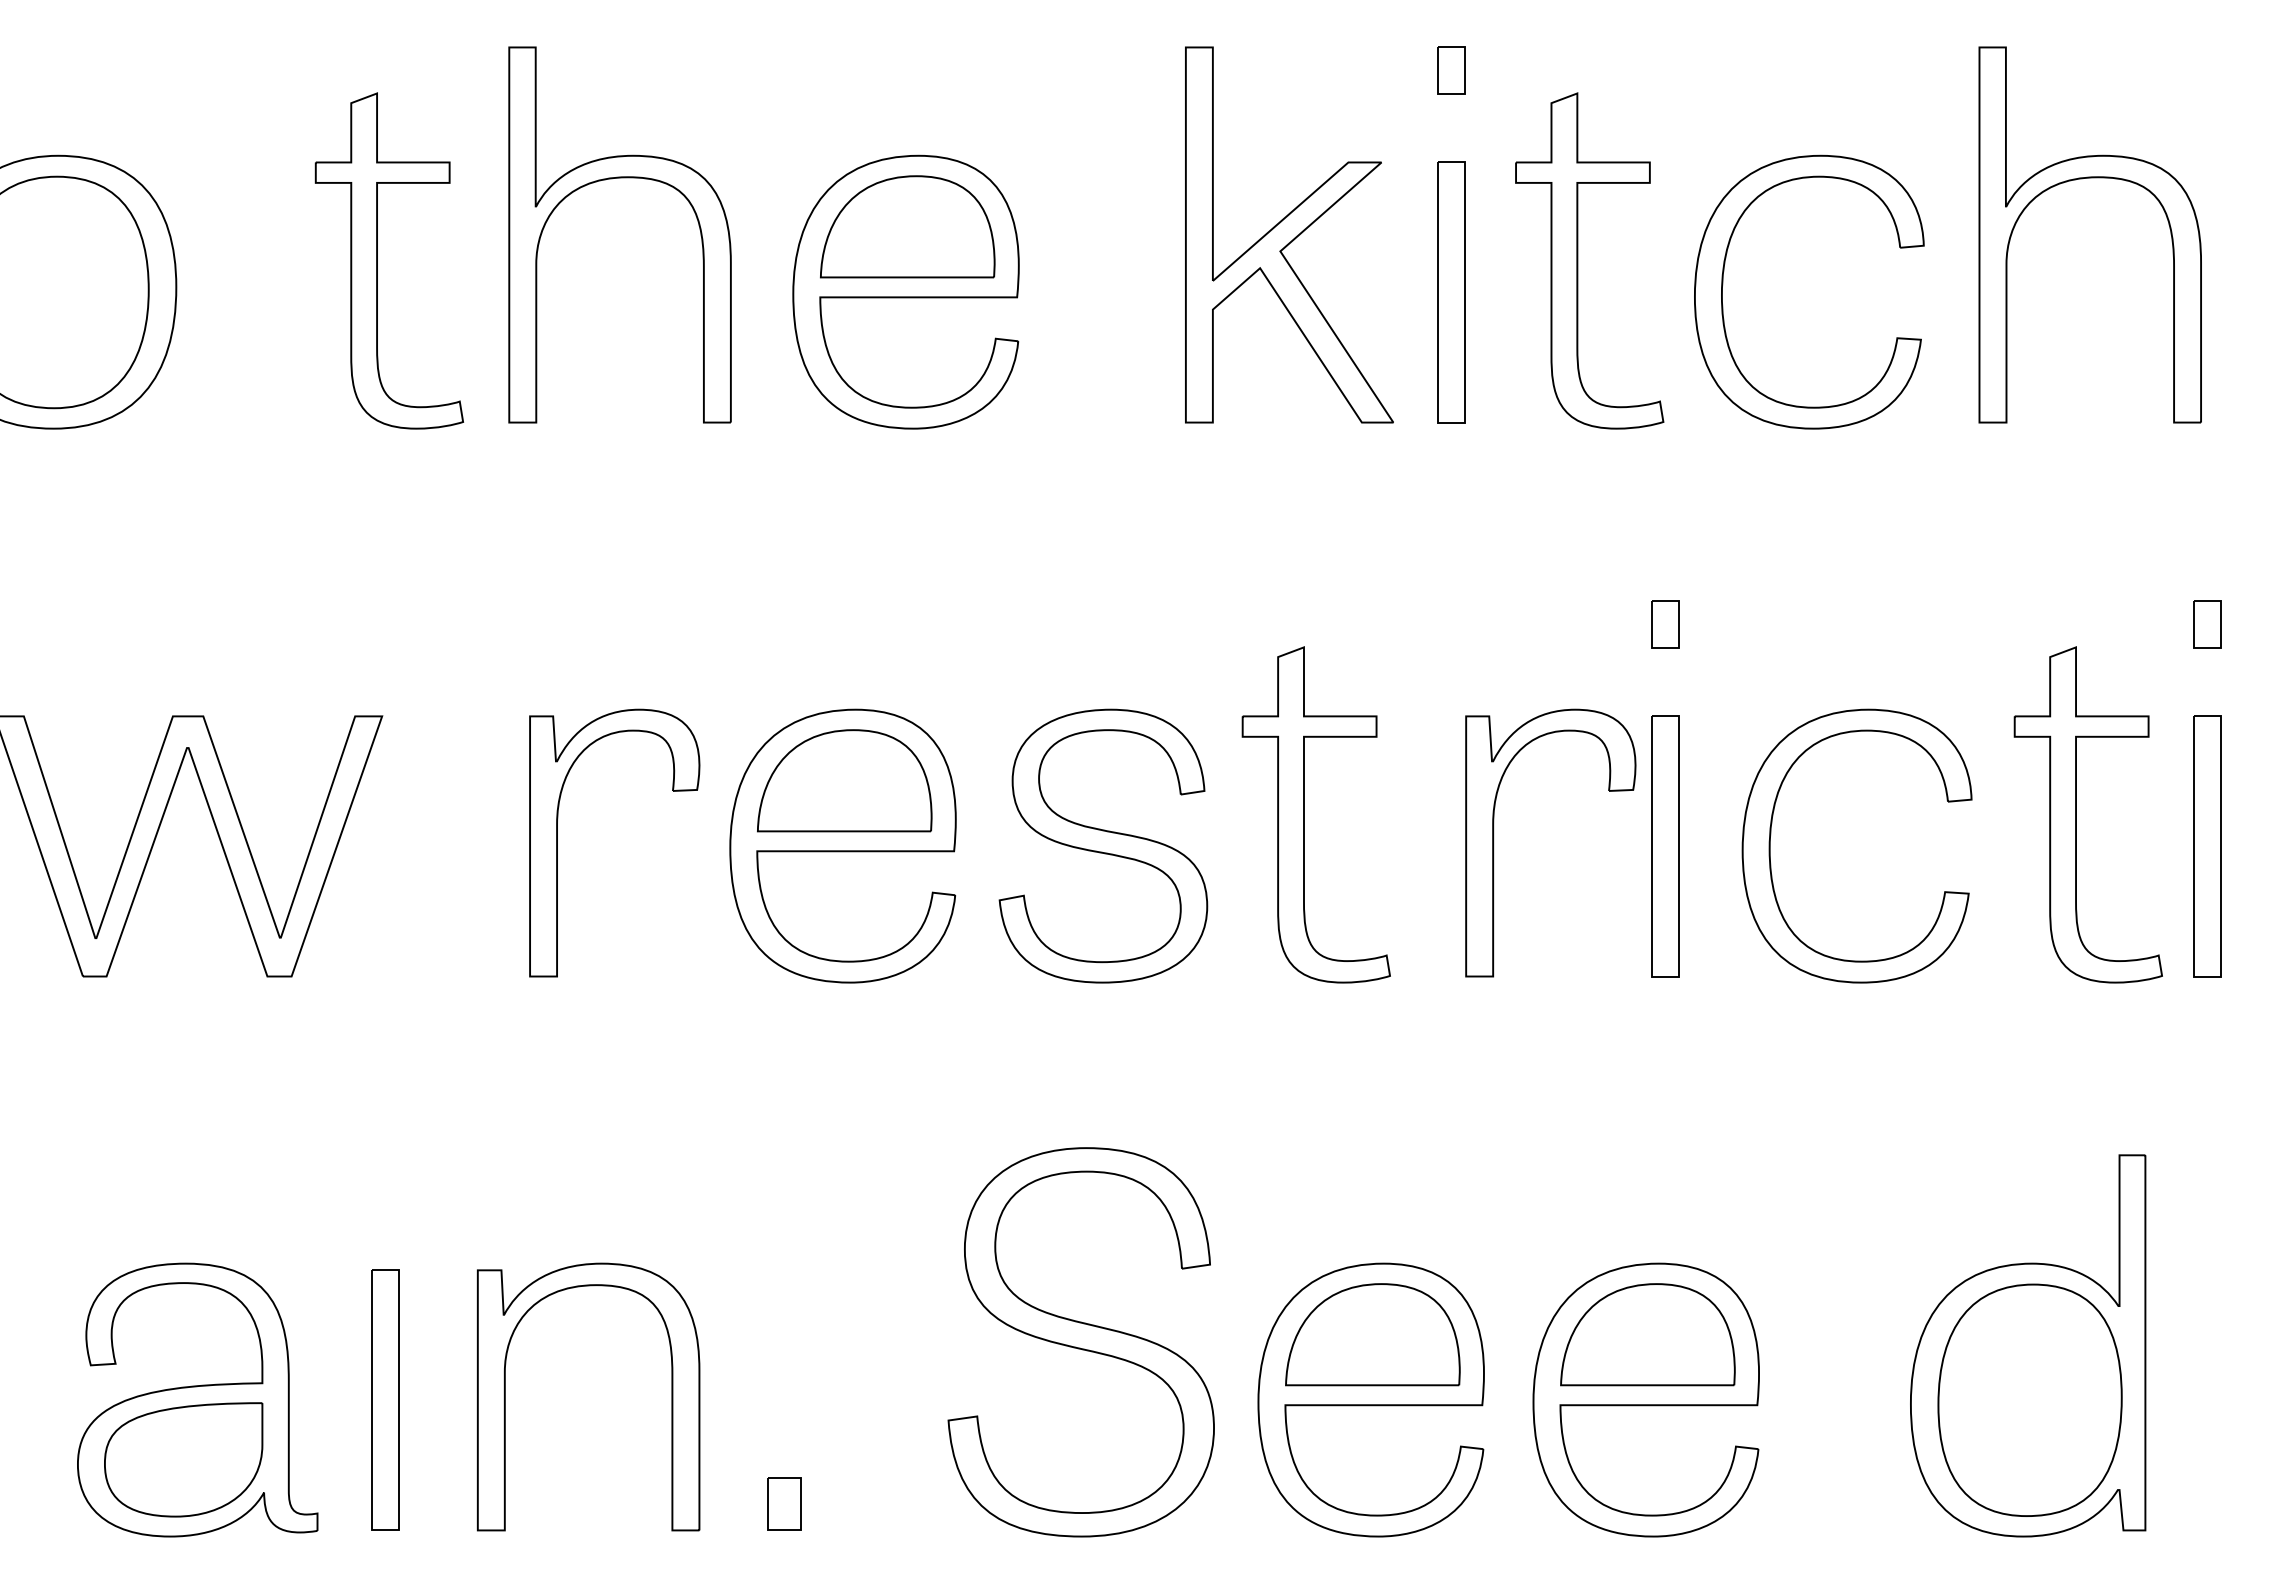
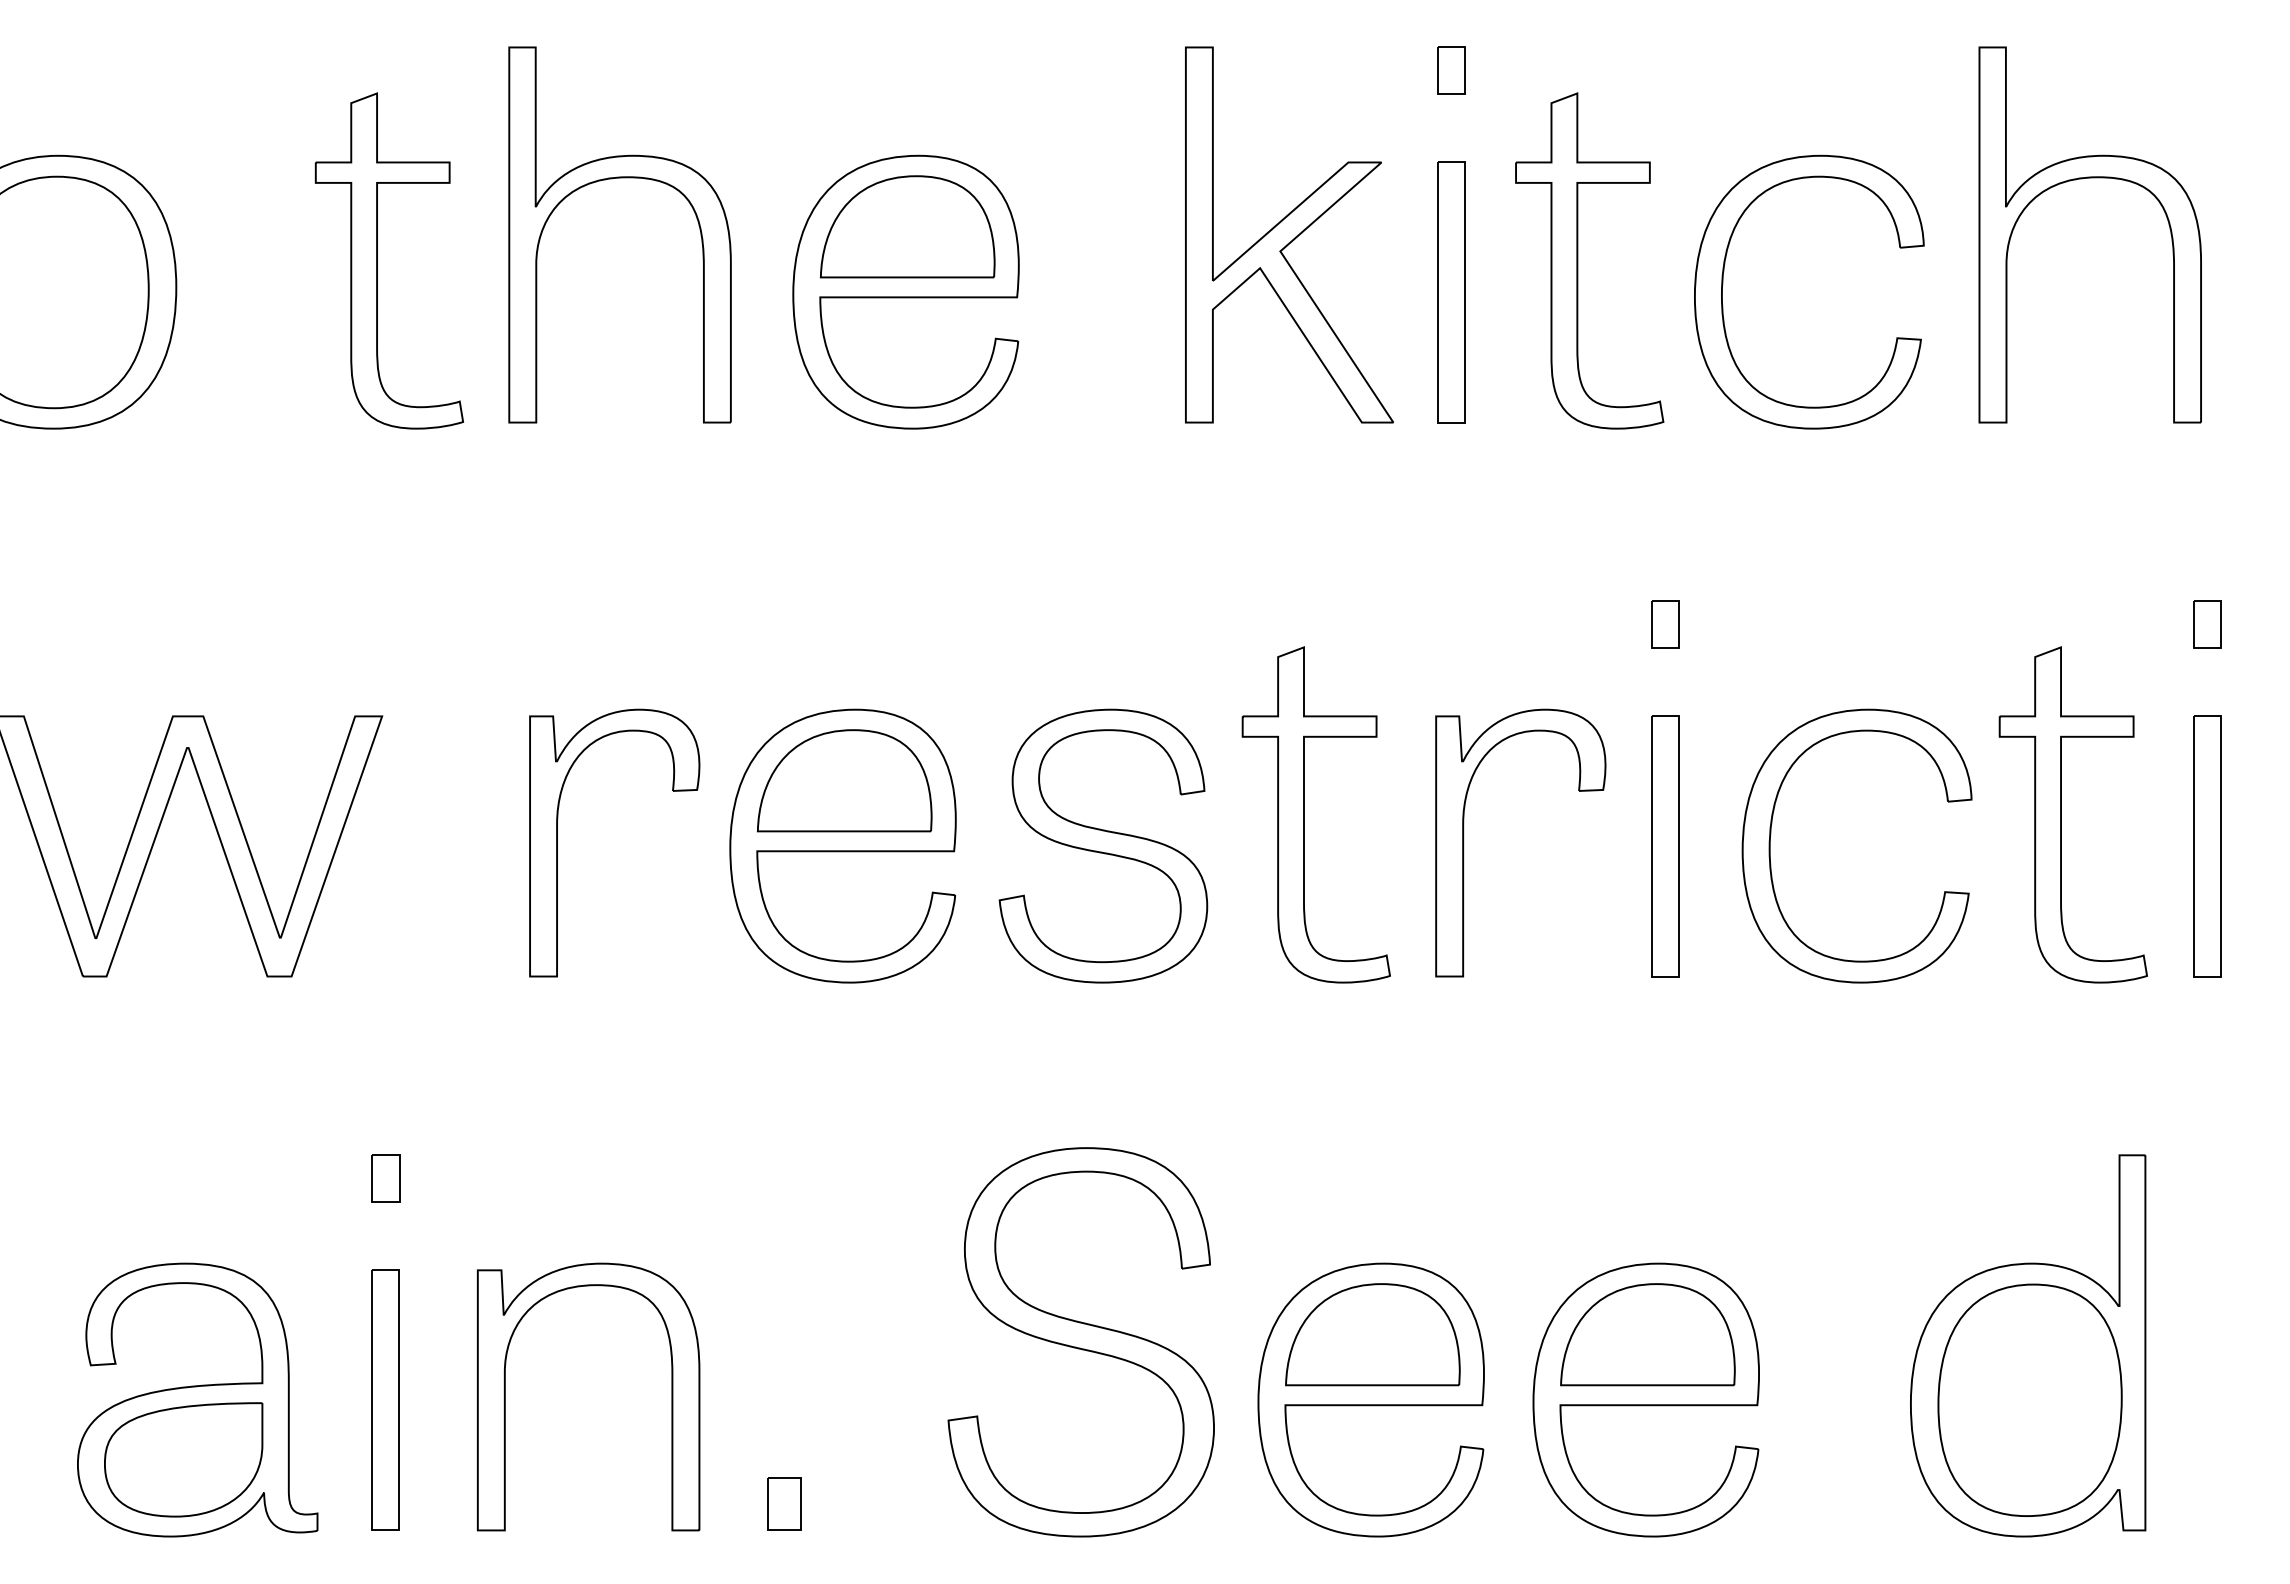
part at (2076, 814) position: (2076, 814) -> (2061, 814)
part at (1494, 842) position: (1494, 842) -> (1464, 842)
part at (385, 1178): none -> present
